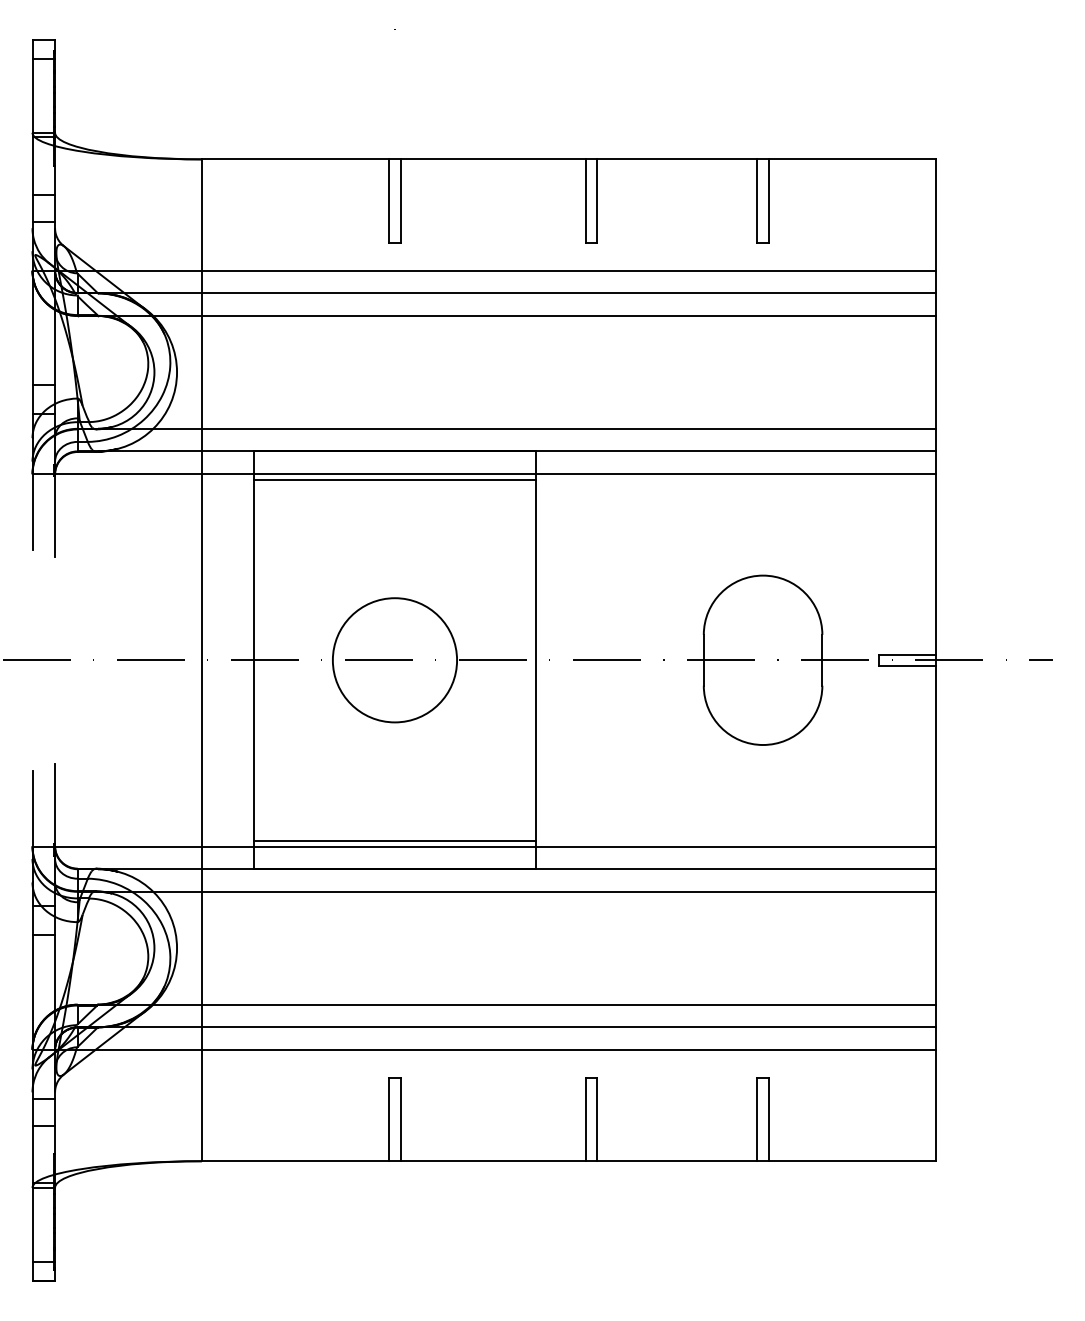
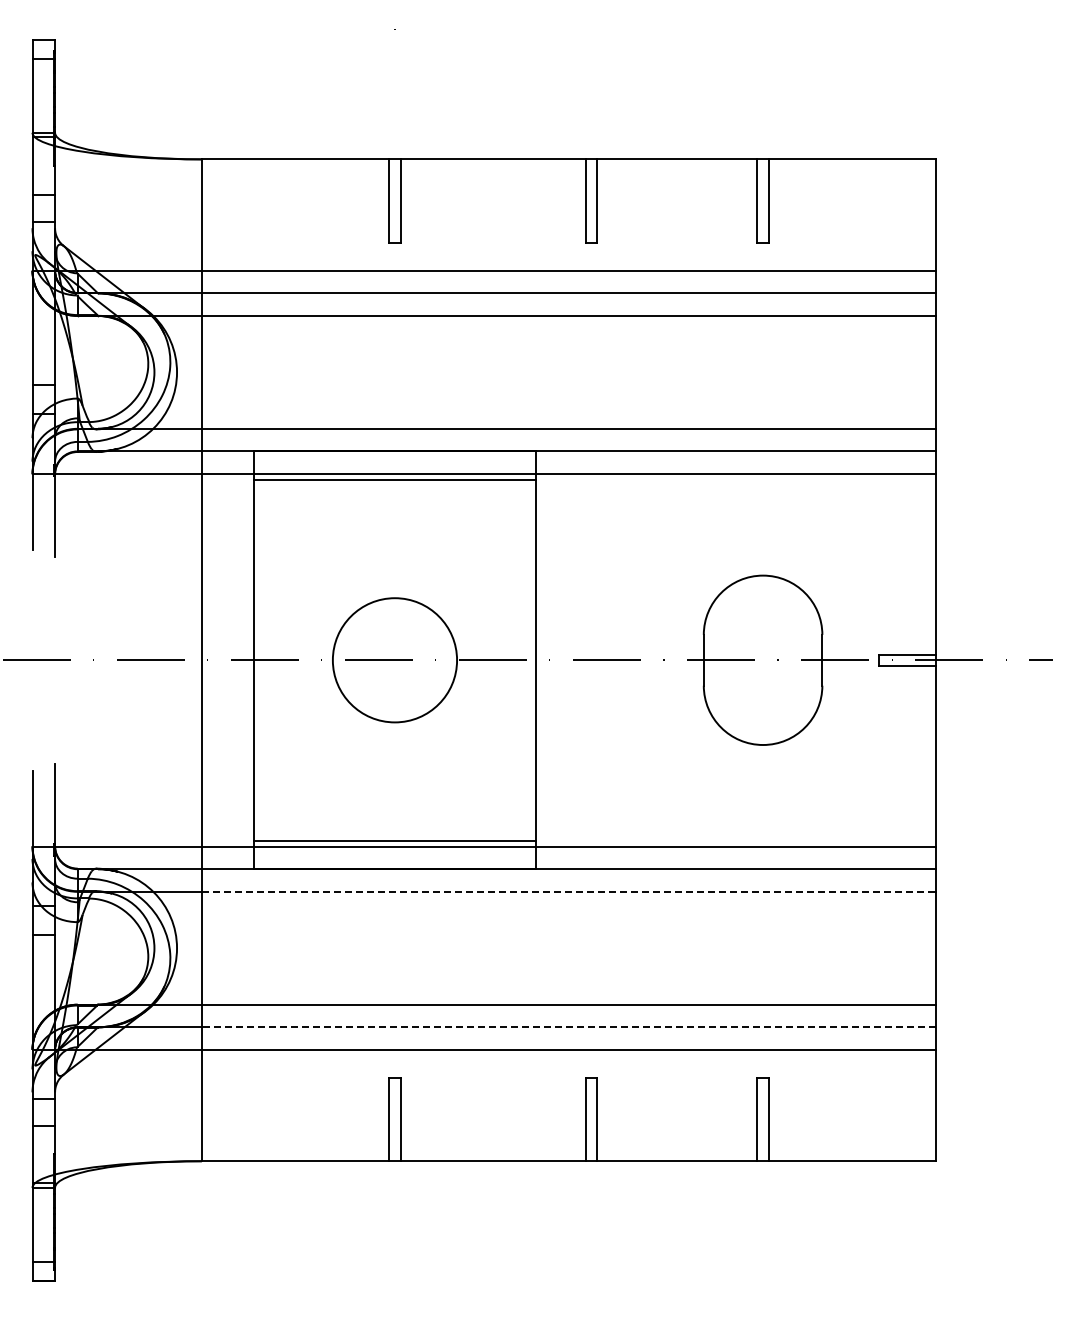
line at (568, 891): solid -> dashed
line at (568, 1027): solid -> dashed
